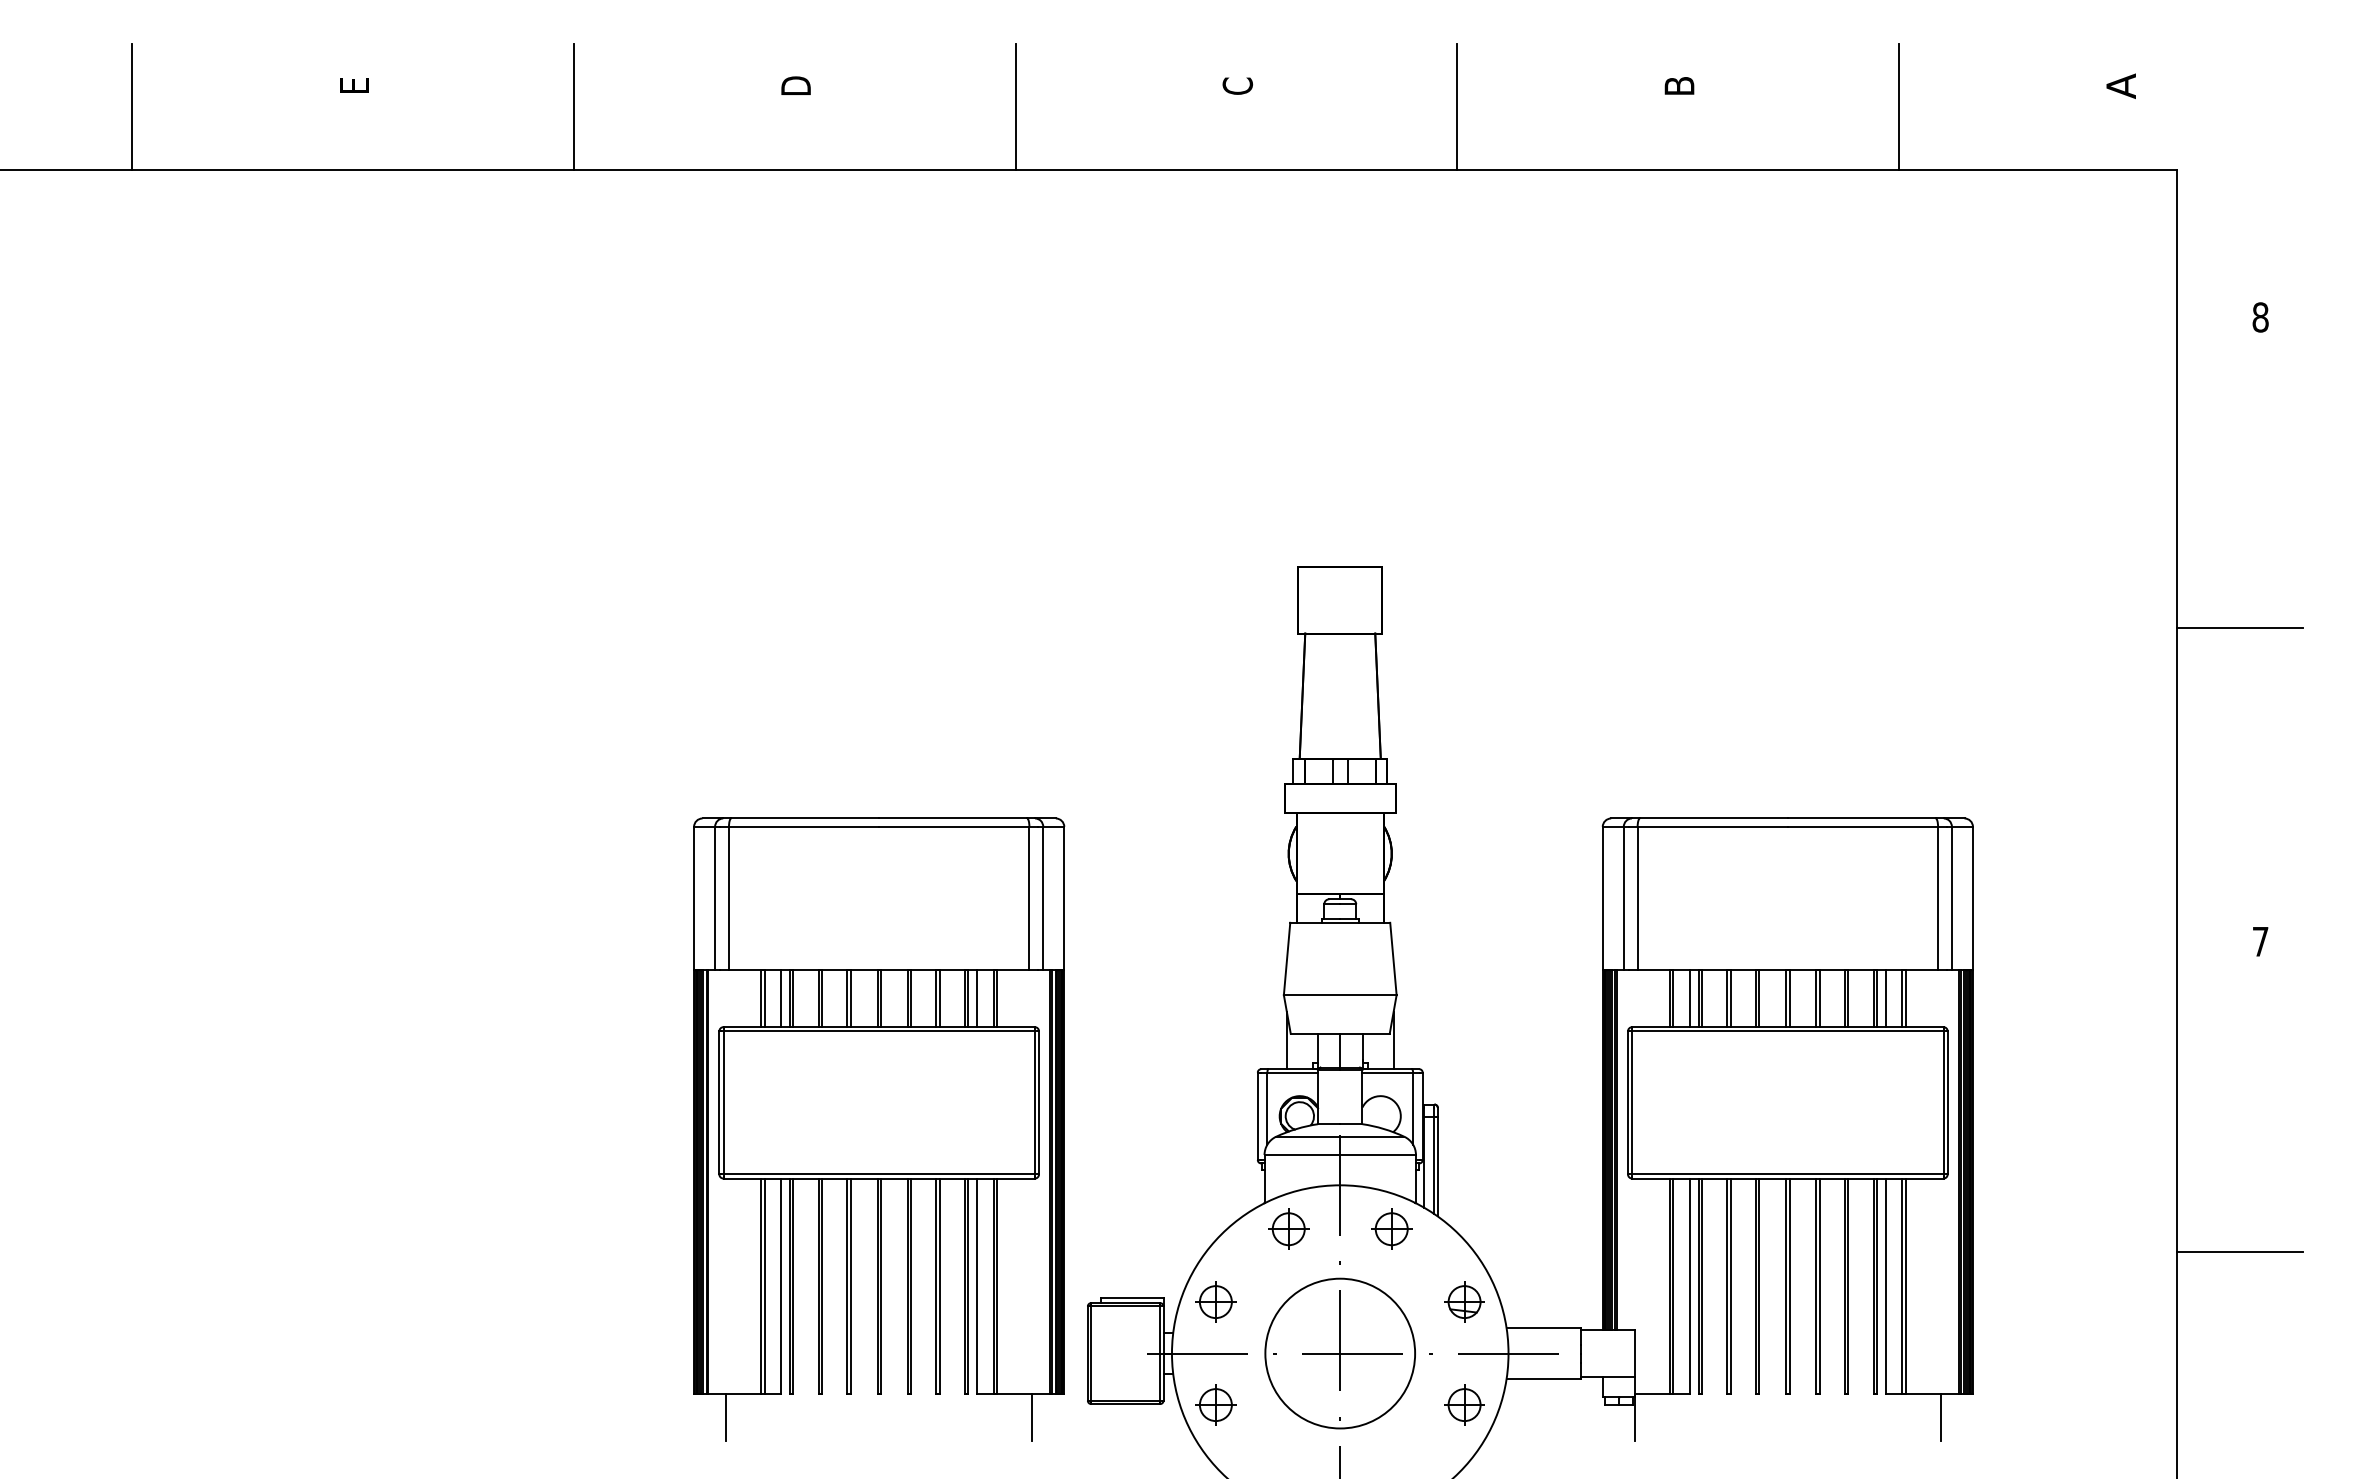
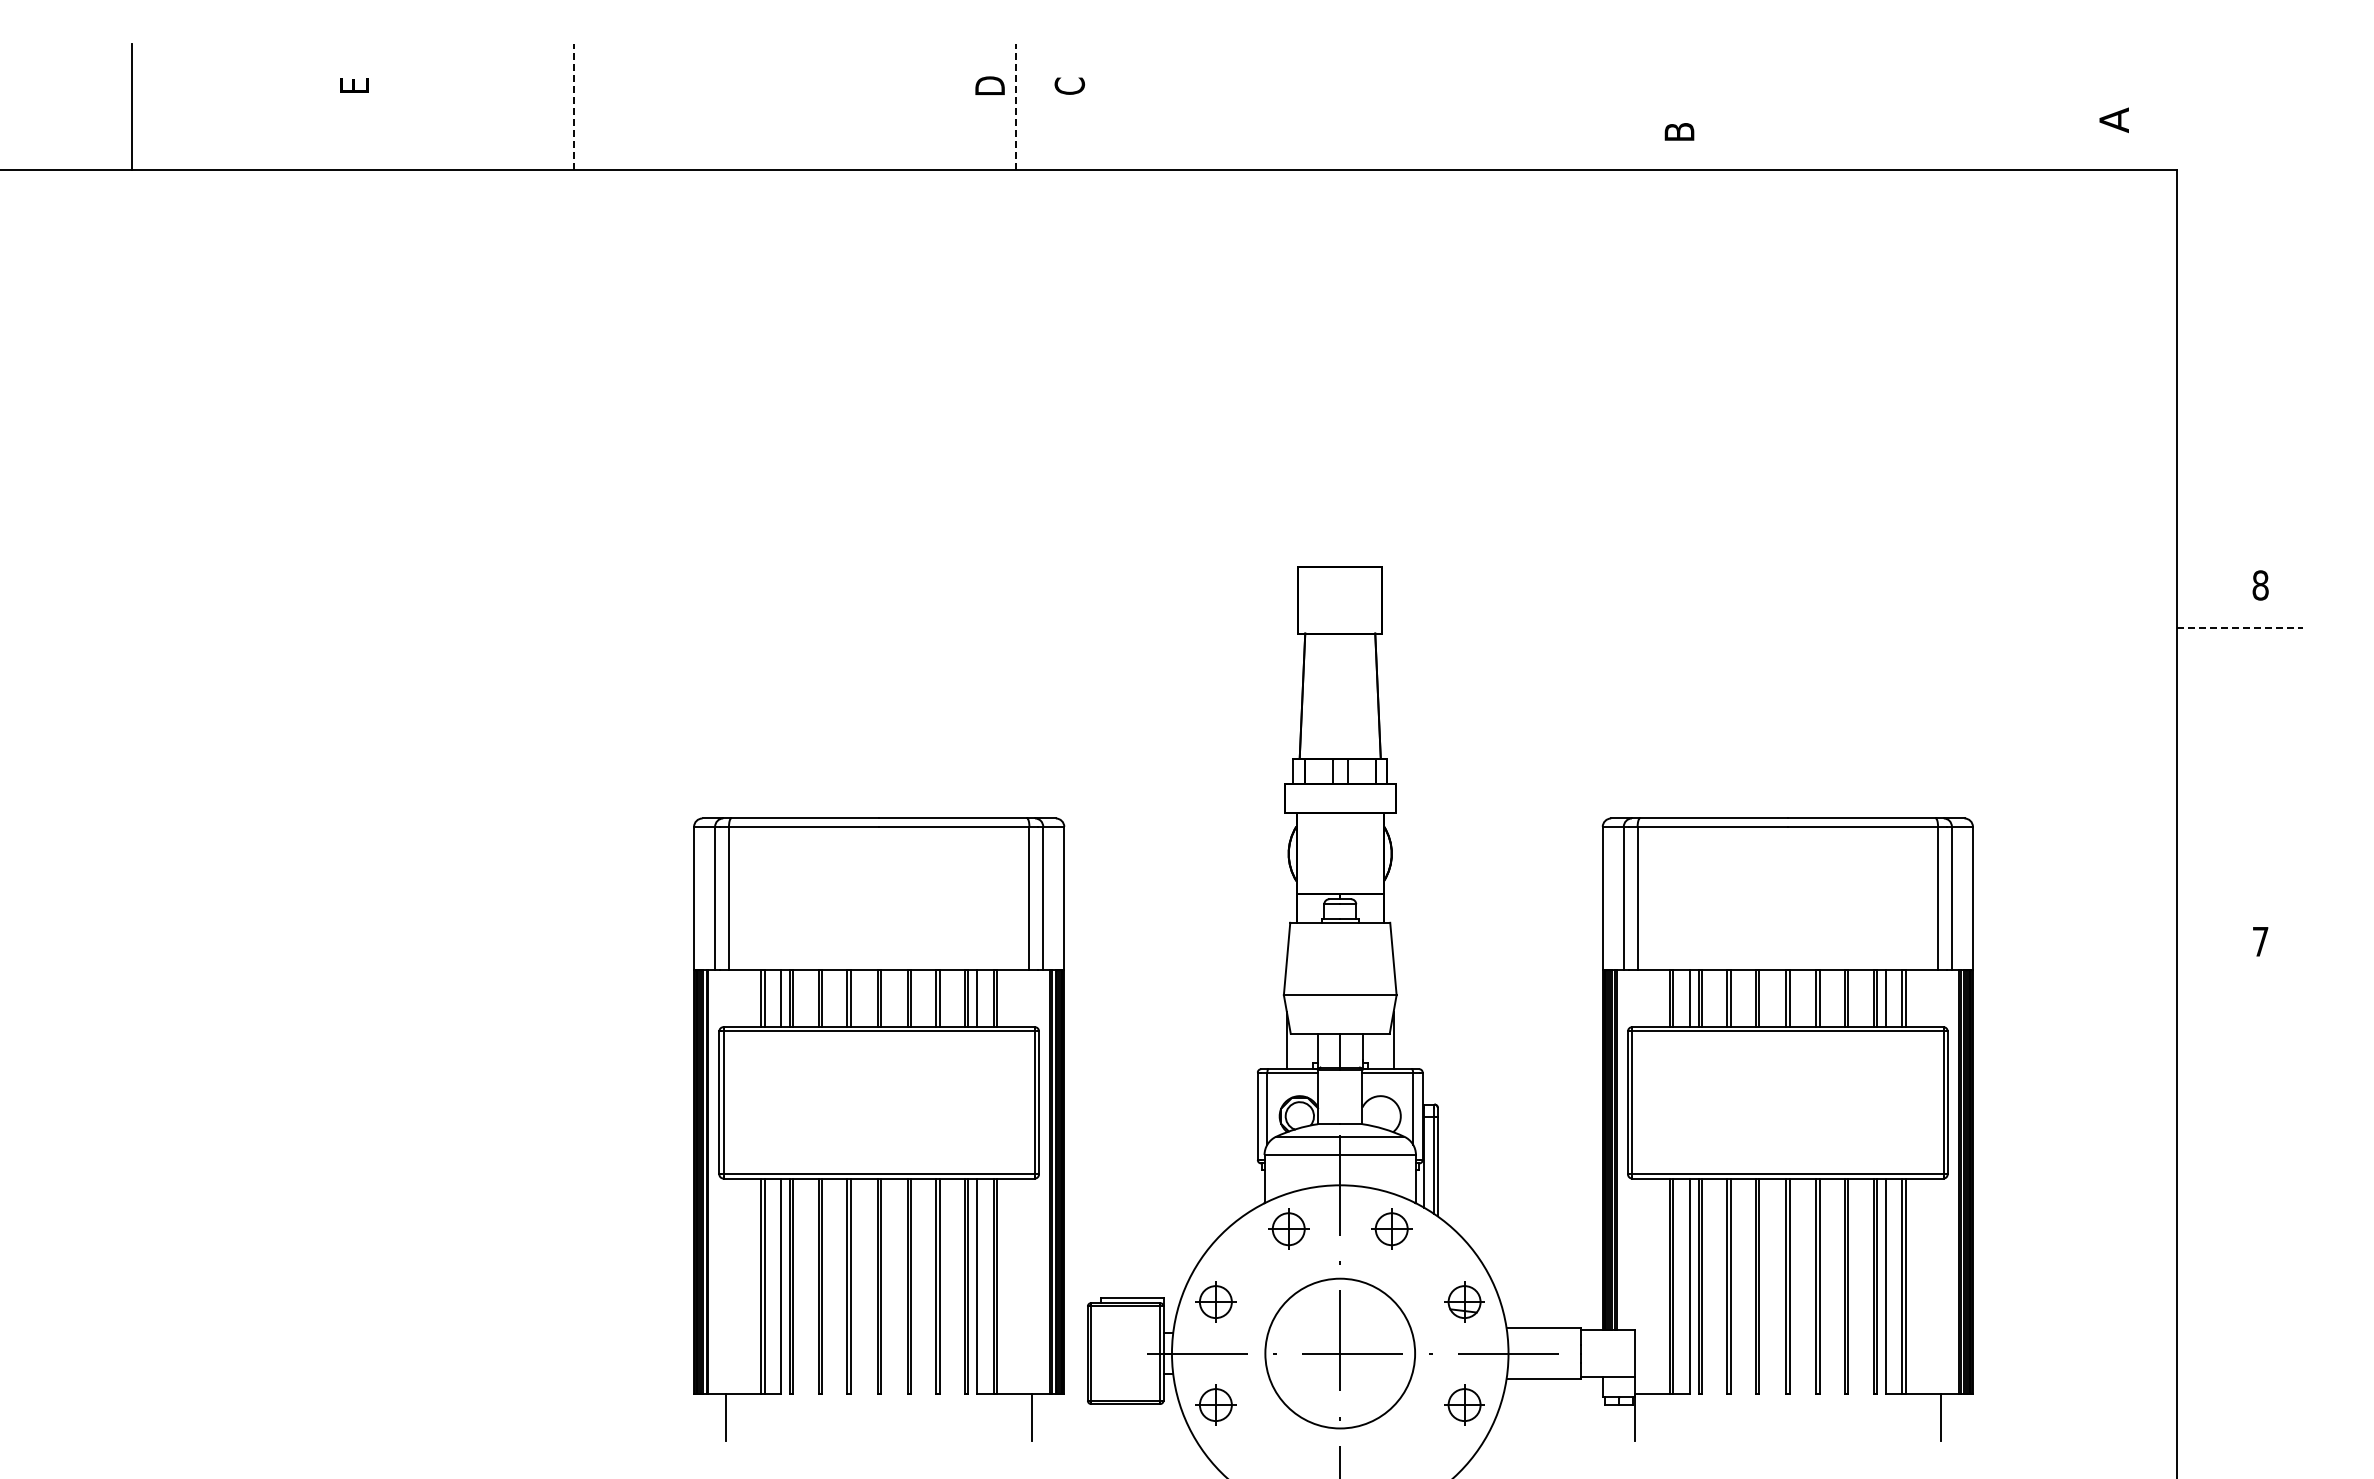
text at (795, 85) position: (795, 85) -> (989, 85)
text at (1237, 85) position: (1237, 85) -> (1069, 85)
text at (1679, 85) position: (1679, 85) -> (1679, 131)
text at (2120, 85) position: (2120, 85) -> (2113, 119)
line at (573, 106): solid -> dashed
line at (1015, 106): solid -> dashed
line at (1457, 107): present -> none
line at (1898, 107): present -> none
text at (2260, 317) position: (2260, 317) -> (2260, 585)
line at (2240, 628): solid -> dashed
line at (2239, 1252): present -> none
